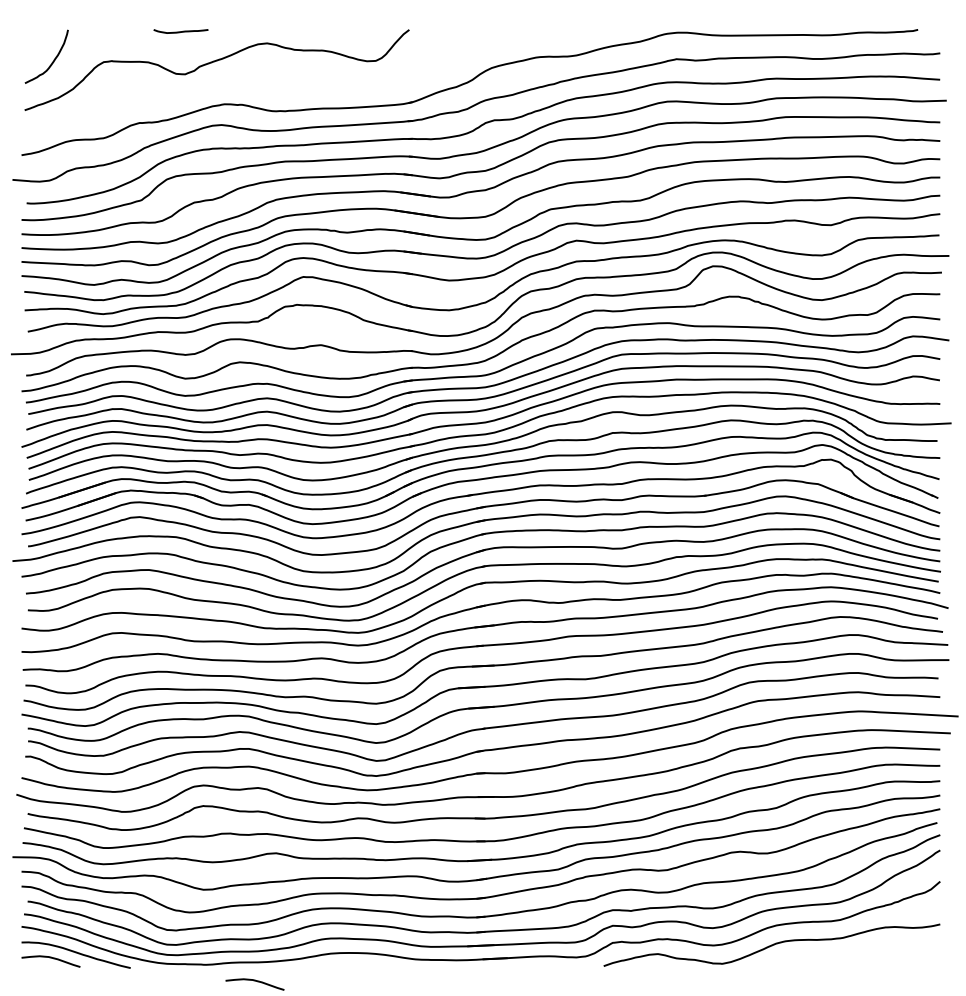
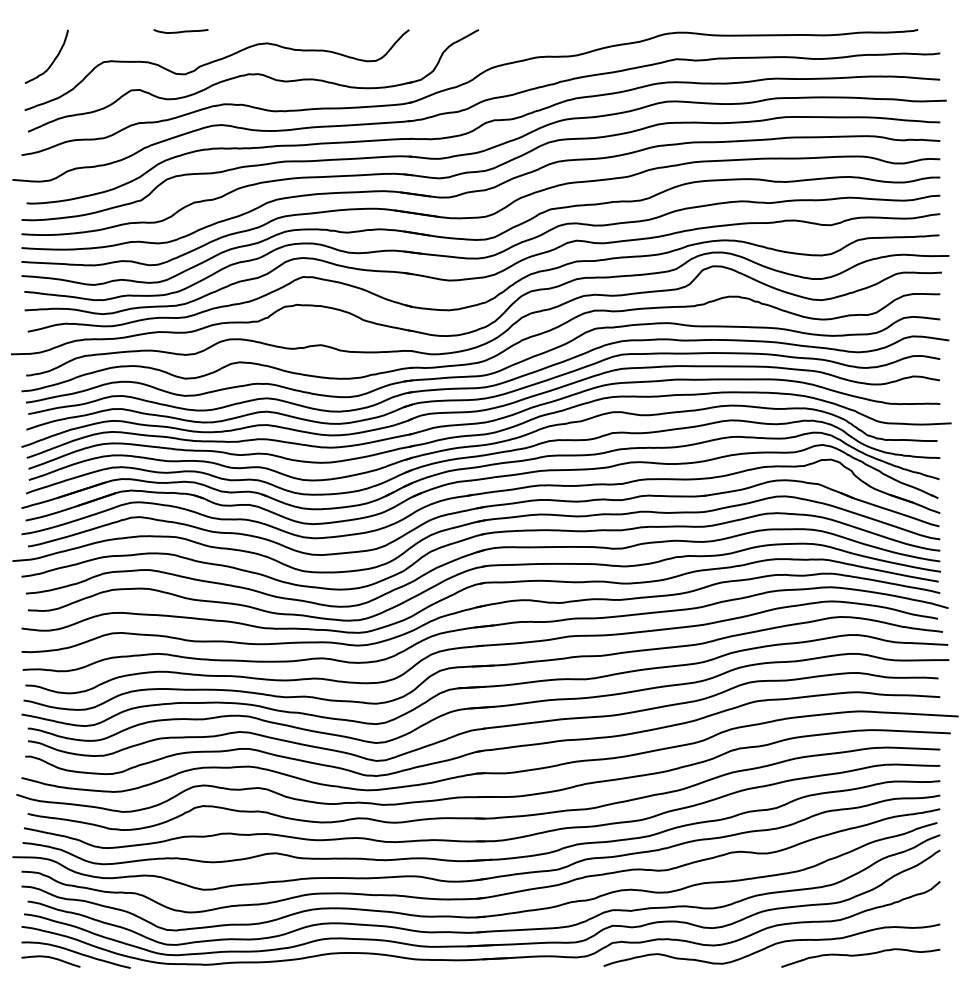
part at (253, 80): none -> present
curve at (860, 955): none -> present
curve at (254, 981): present -> none
